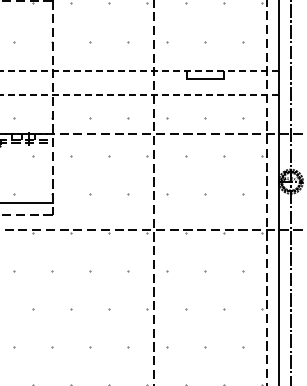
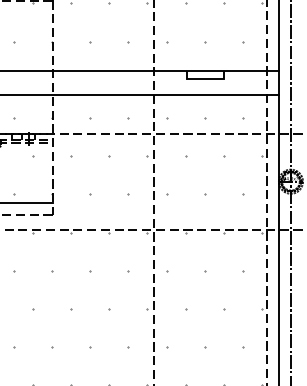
line at (139, 70): dashed -> solid
line at (139, 94): dashed -> solid
